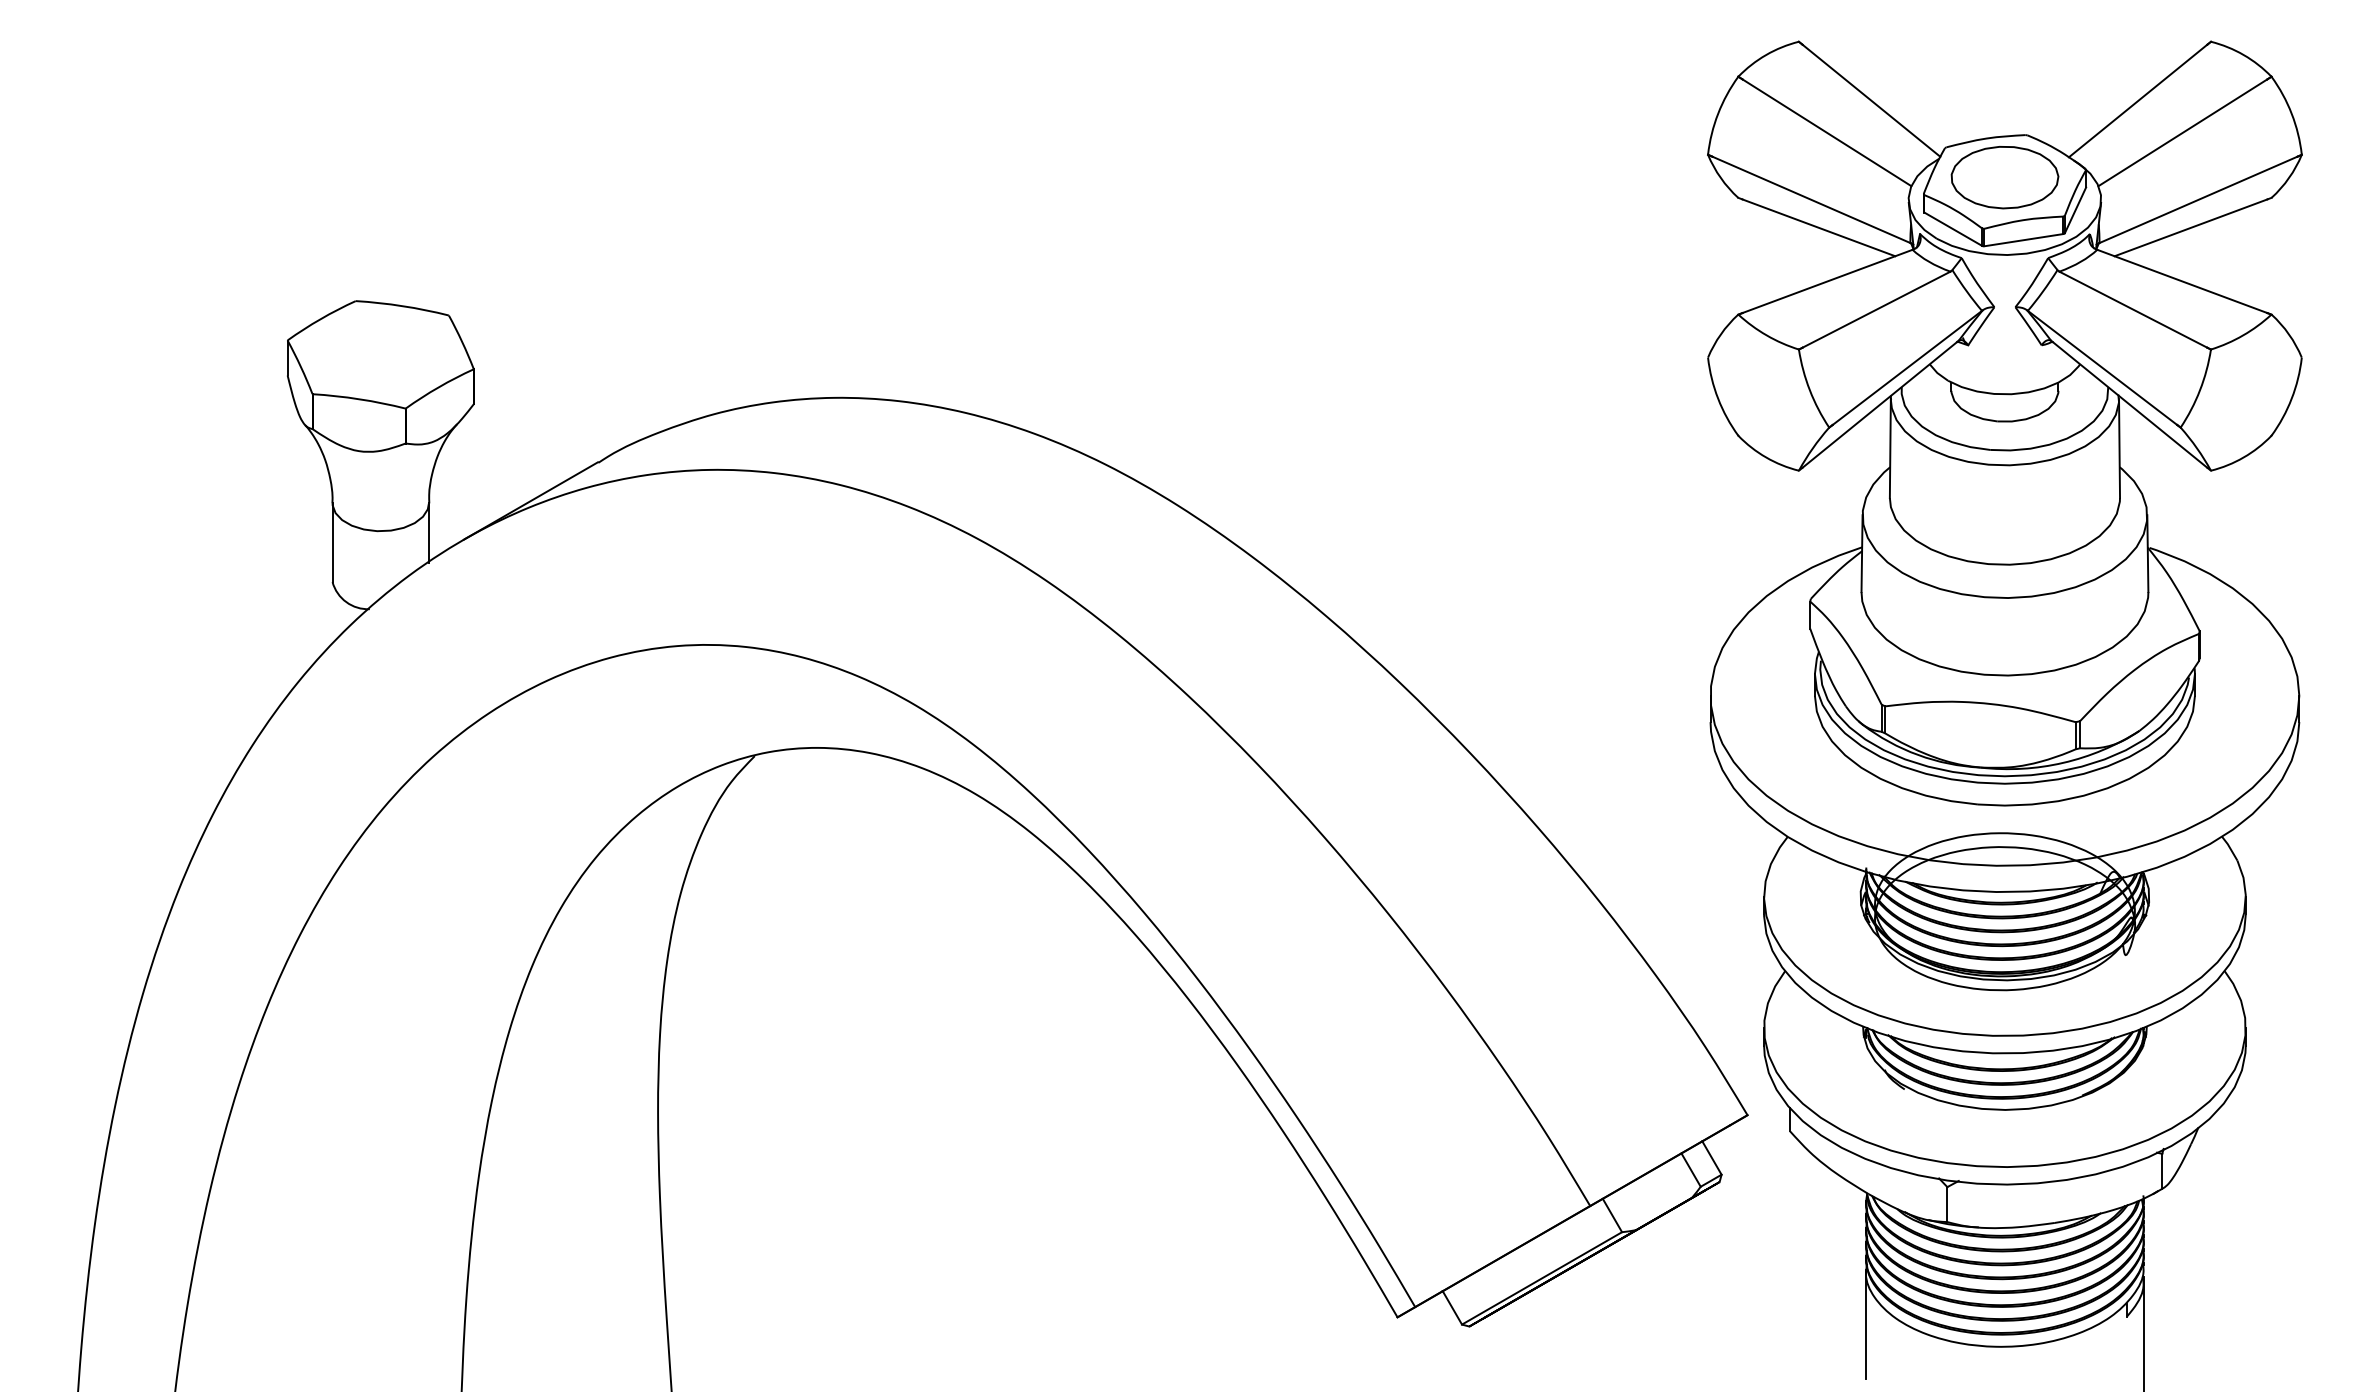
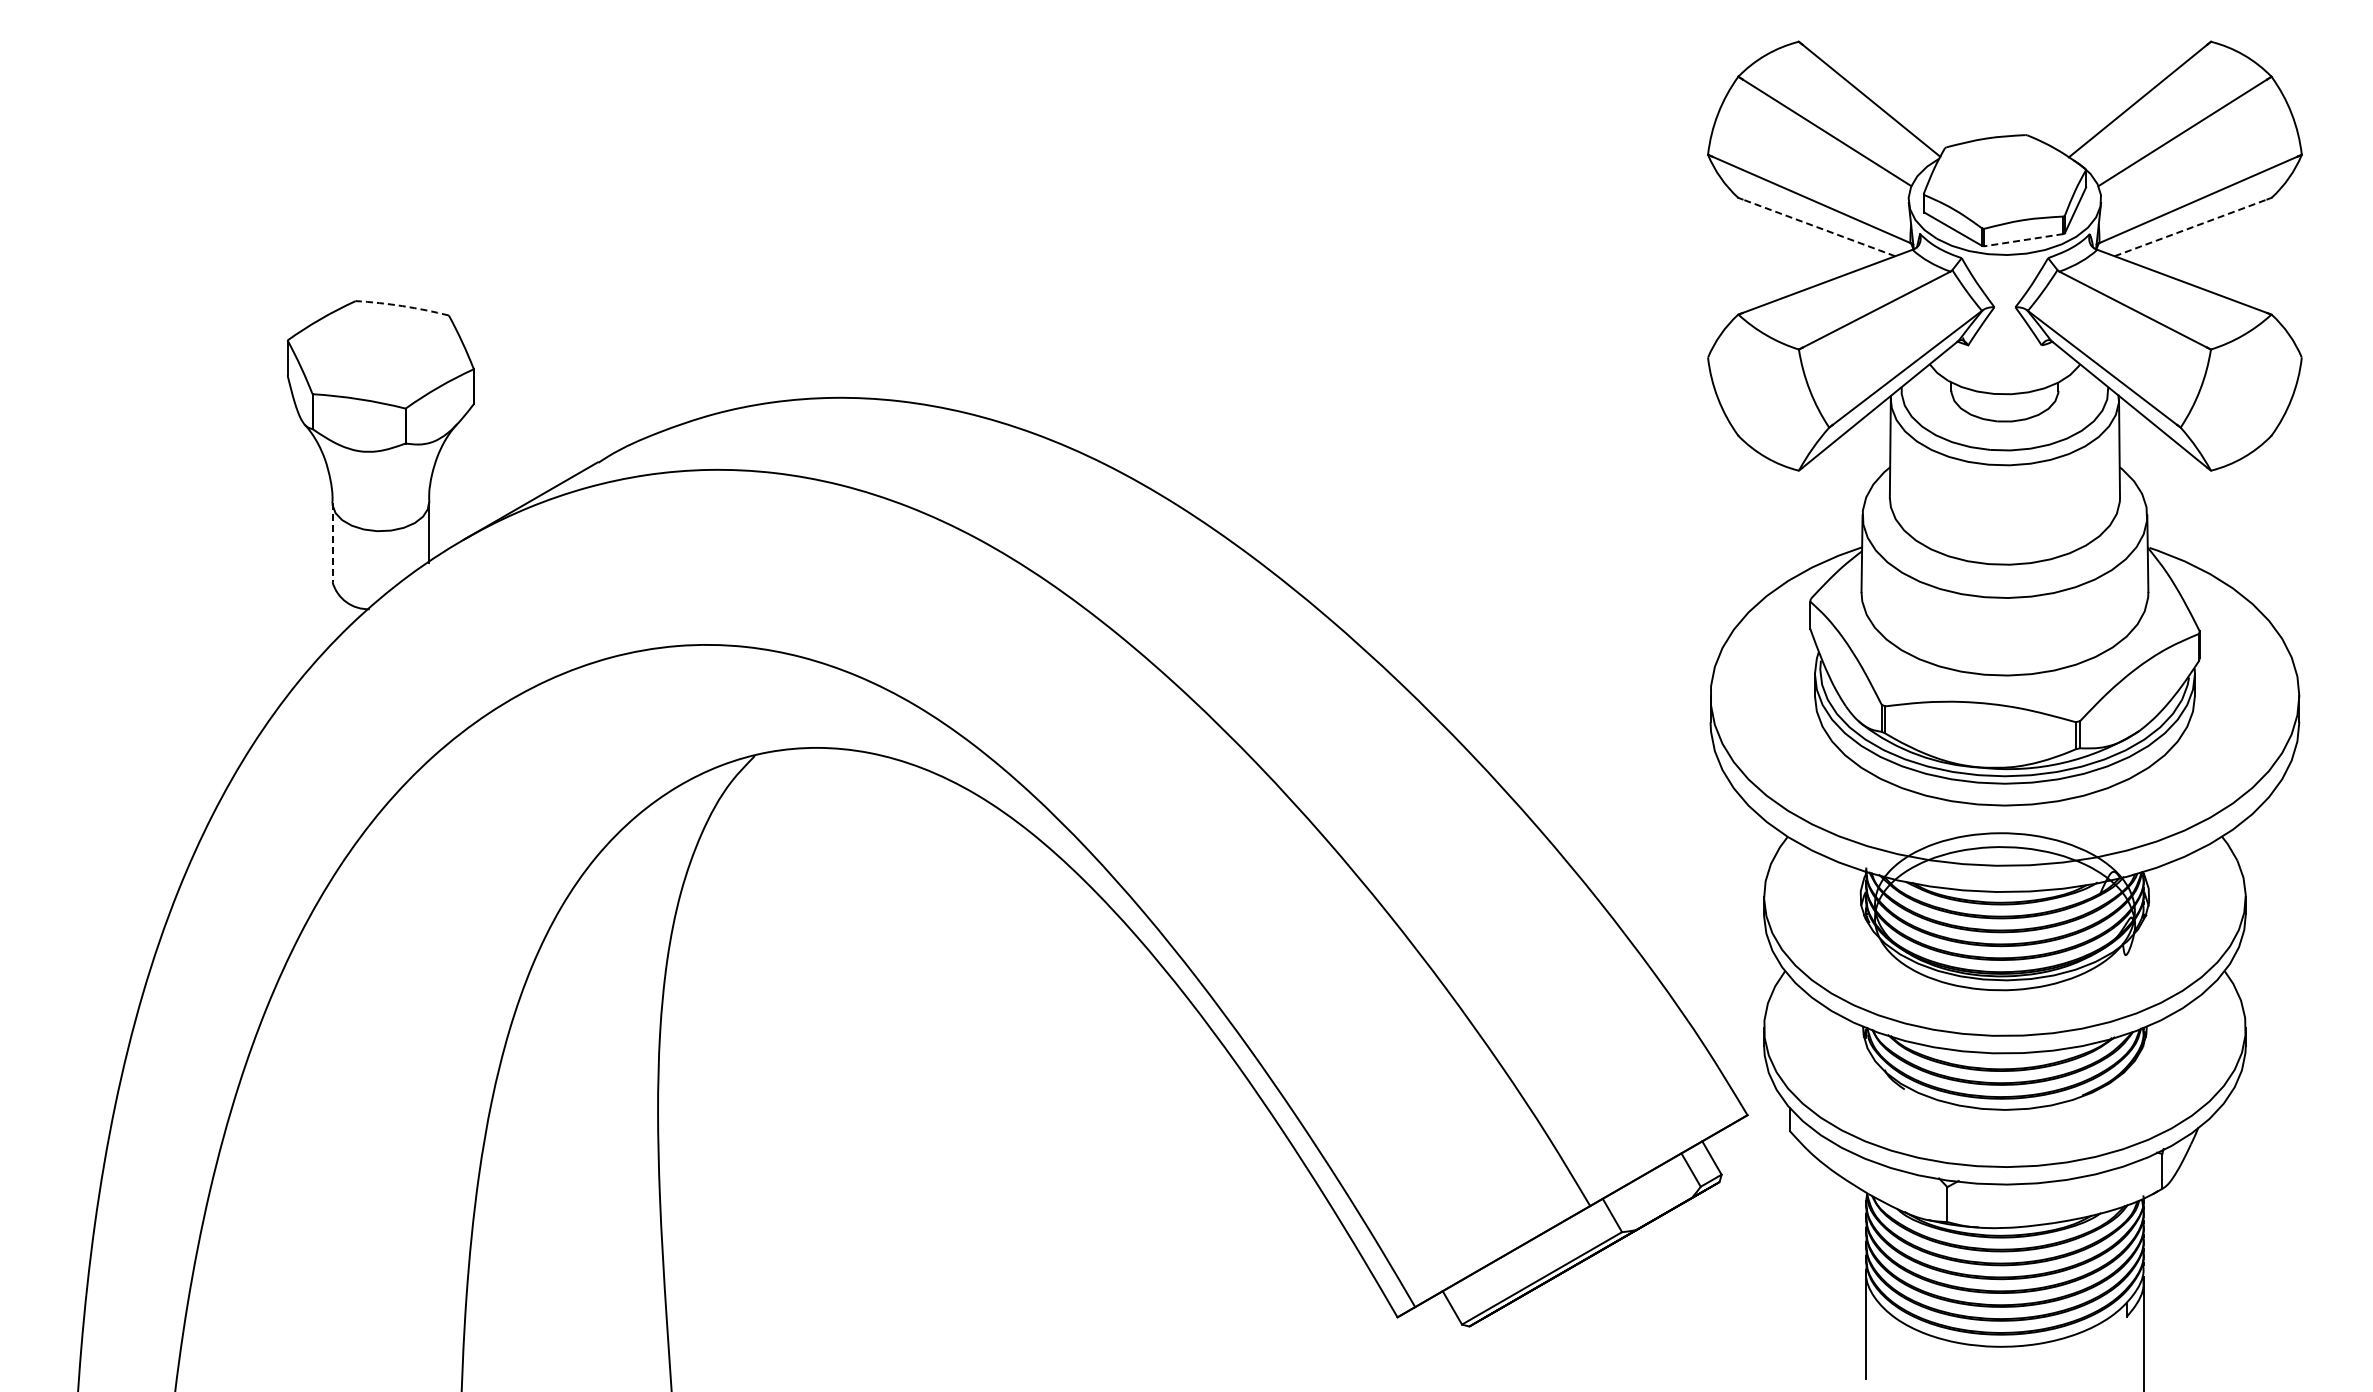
part at (2004, 177): present -> none
line at (1818, 227): solid -> dashed
line at (2191, 227): solid -> dashed
line at (2023, 240): solid -> dashed
arc at (402, 306): solid -> dashed
line at (332, 543): solid -> dashed
